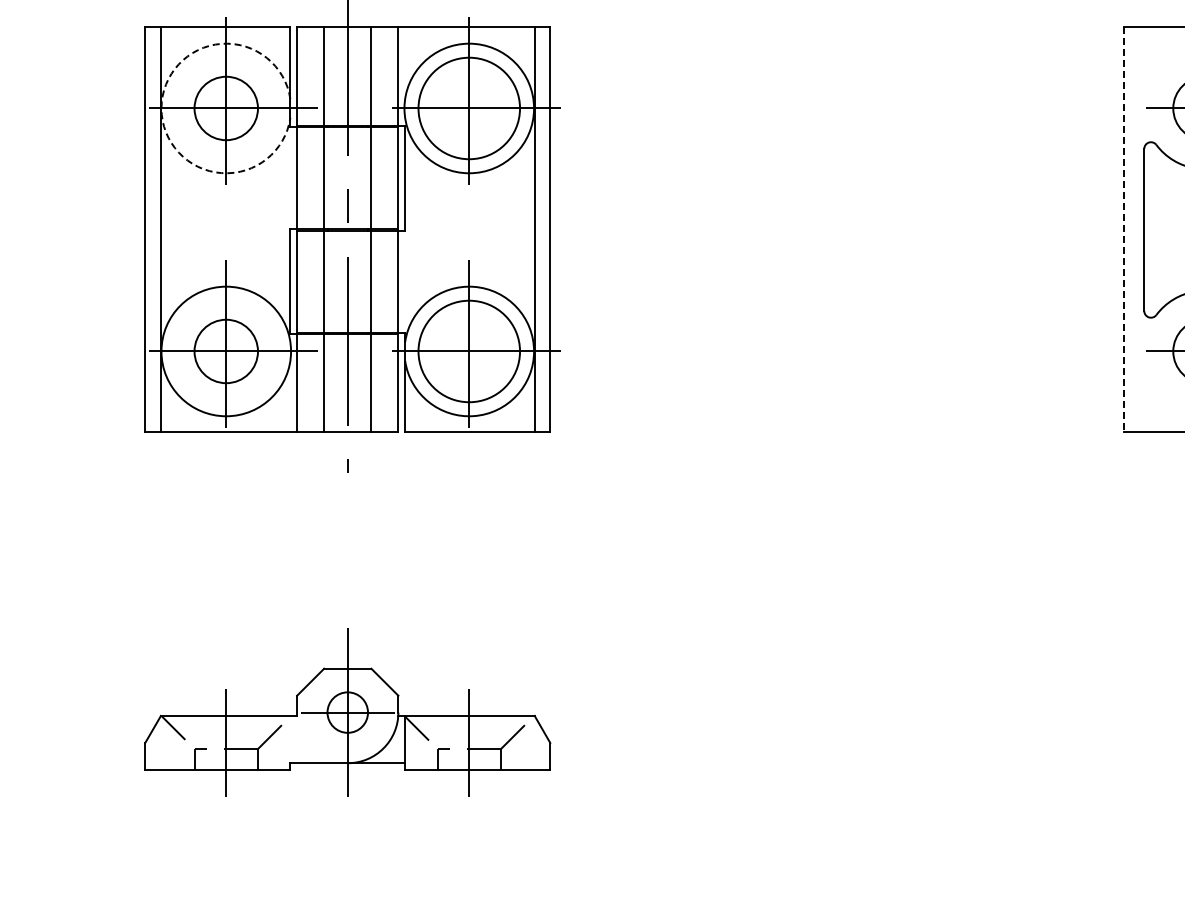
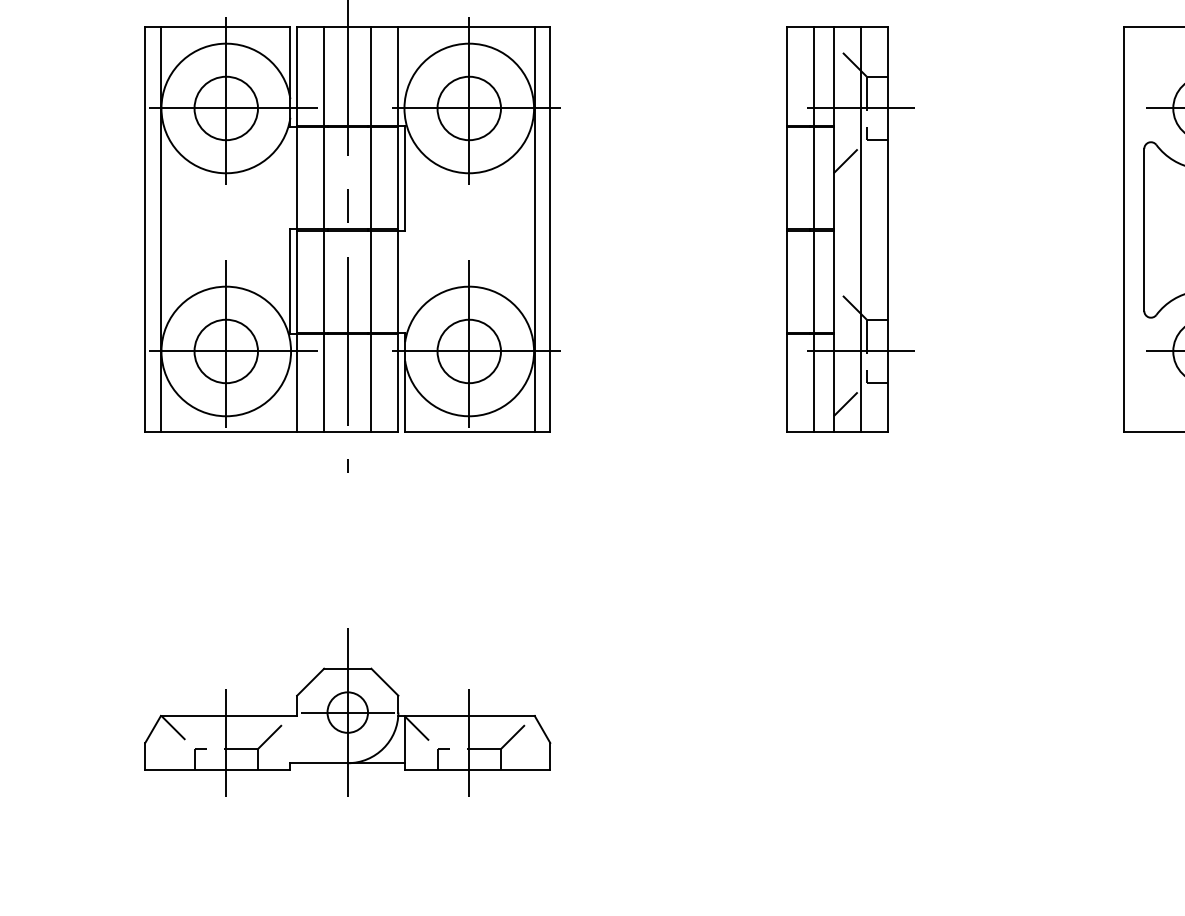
arc at (161, 108): dashed -> solid
circle at (469, 108) diameter: 102 px -> 63 px
part at (850, 229): none -> present
line at (1124, 230): dashed -> solid
circle at (469, 351) diameter: 102 px -> 63 px
